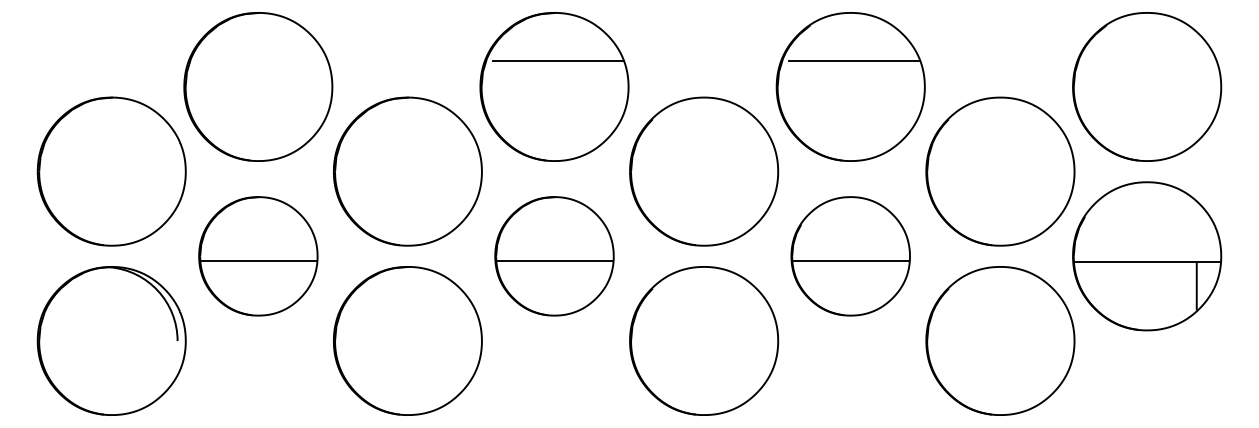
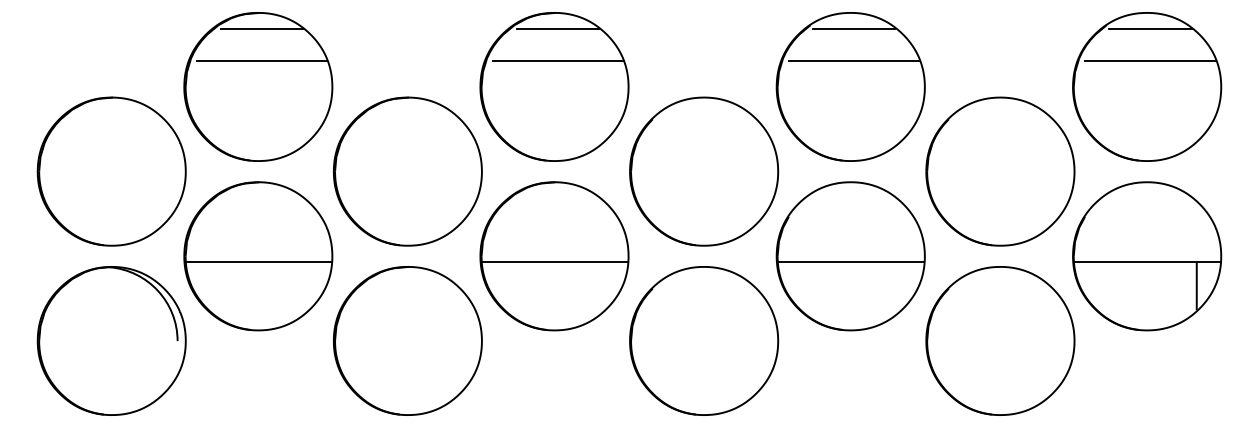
line at (262, 28): none -> present
line at (558, 28): none -> present
line at (854, 28): none -> present
line at (1150, 28): none -> present
line at (261, 60): none -> present
line at (1150, 60): none -> present
part at (258, 256) size: 121x121 px -> 151x151 px
part at (554, 256) size: 121x121 px -> 151x151 px
part at (850, 256) size: 121x121 px -> 151x151 px
